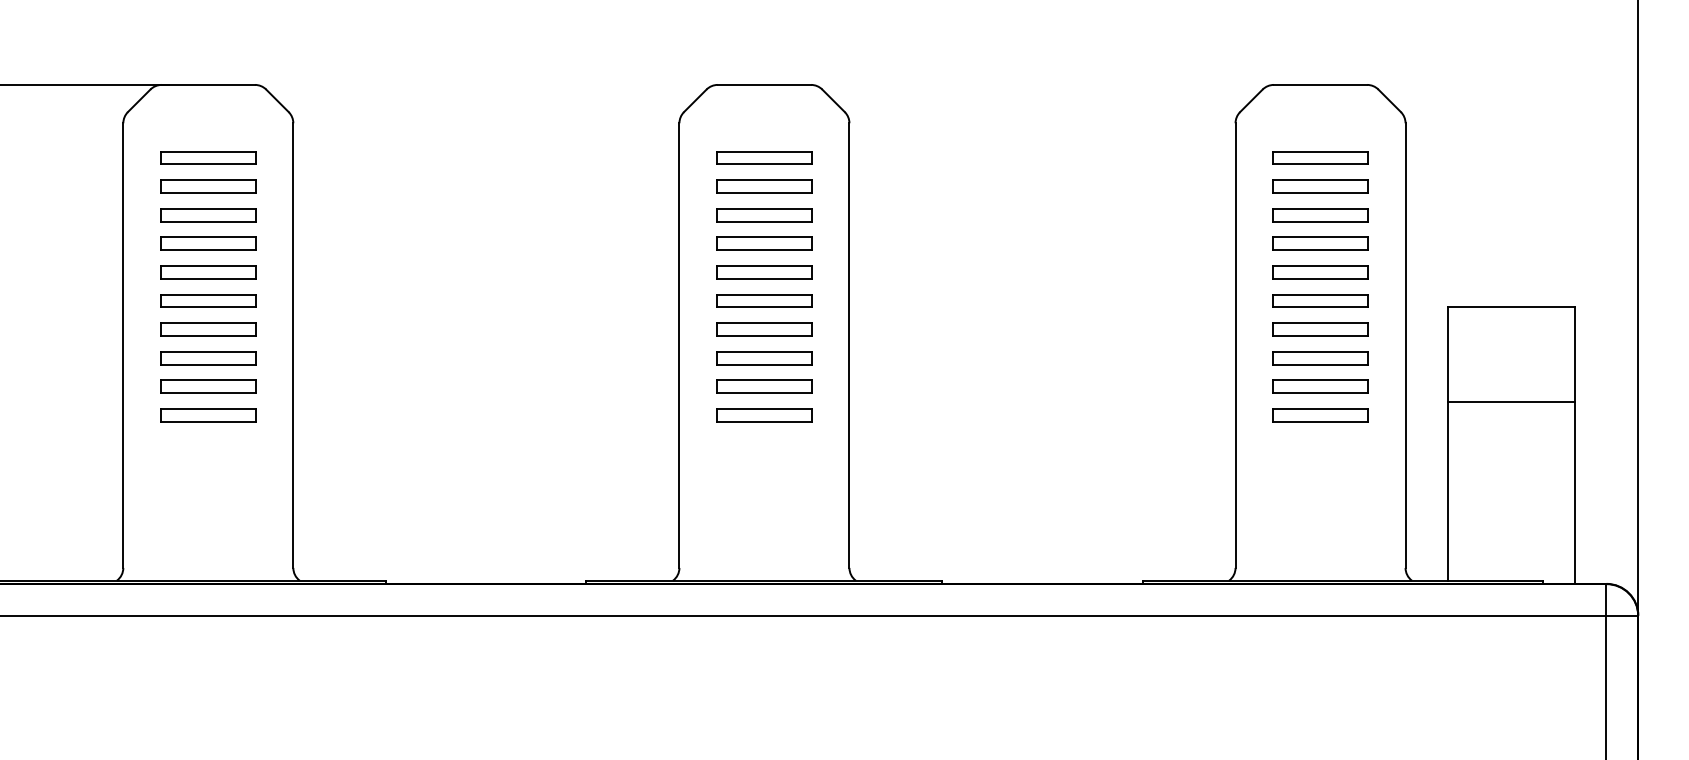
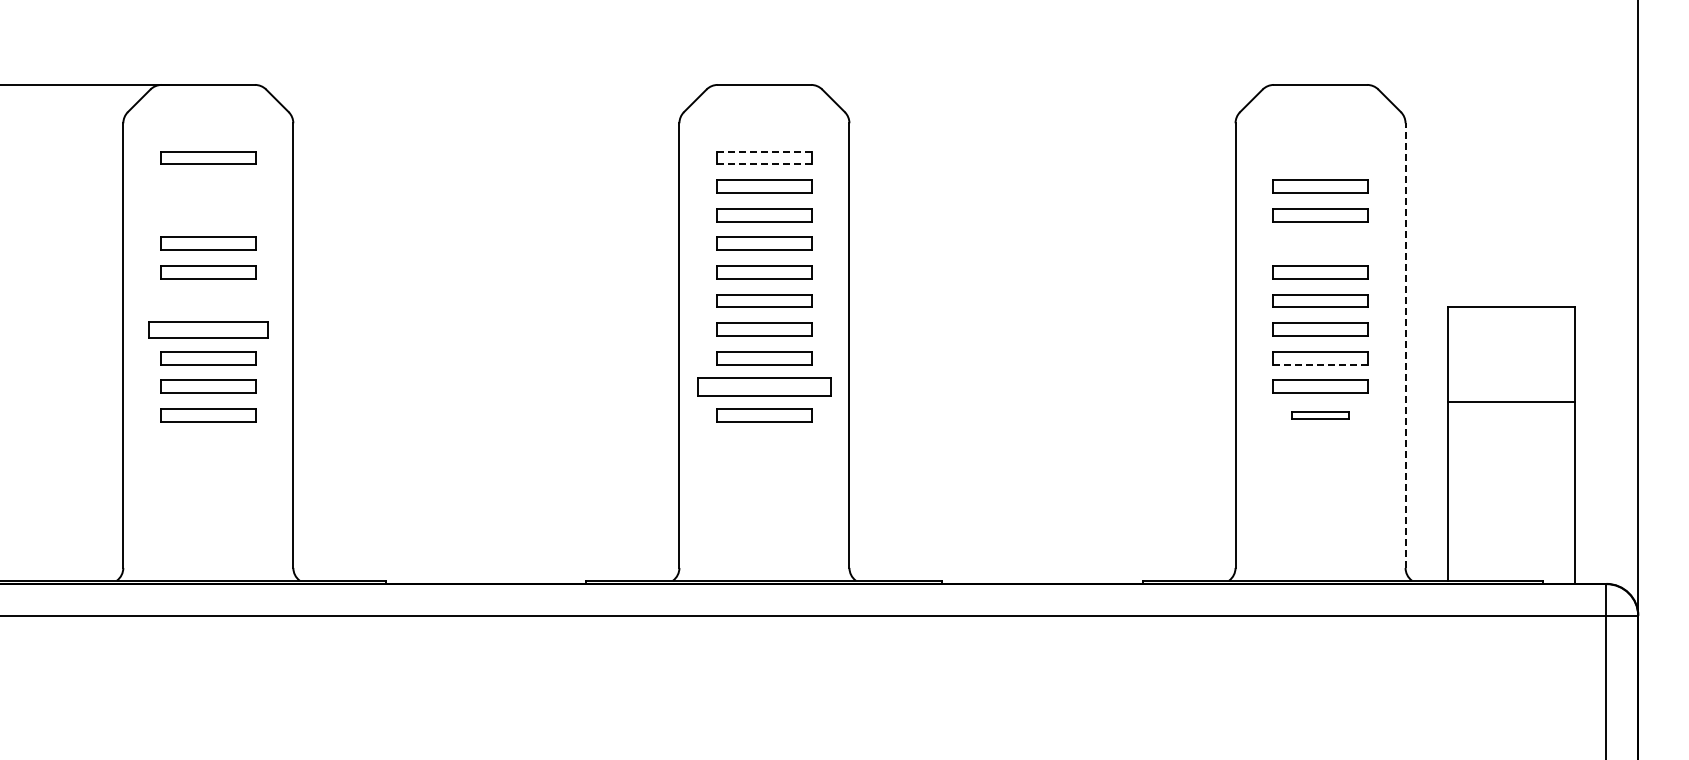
line at (764, 151): solid -> dashed
part at (1320, 157): present -> none
line at (764, 164): solid -> dashed
part at (208, 186): present -> none
part at (208, 215): present -> none
part at (1320, 243): present -> none
part at (208, 300): present -> none
part at (208, 329) size: 97x15 px -> 121x18 px
line at (1405, 345): solid -> dashed
line at (1320, 364): solid -> dashed
part at (764, 386) size: 97x15 px -> 135x20 px
part at (1320, 415) size: 97x15 px -> 59x9 px
